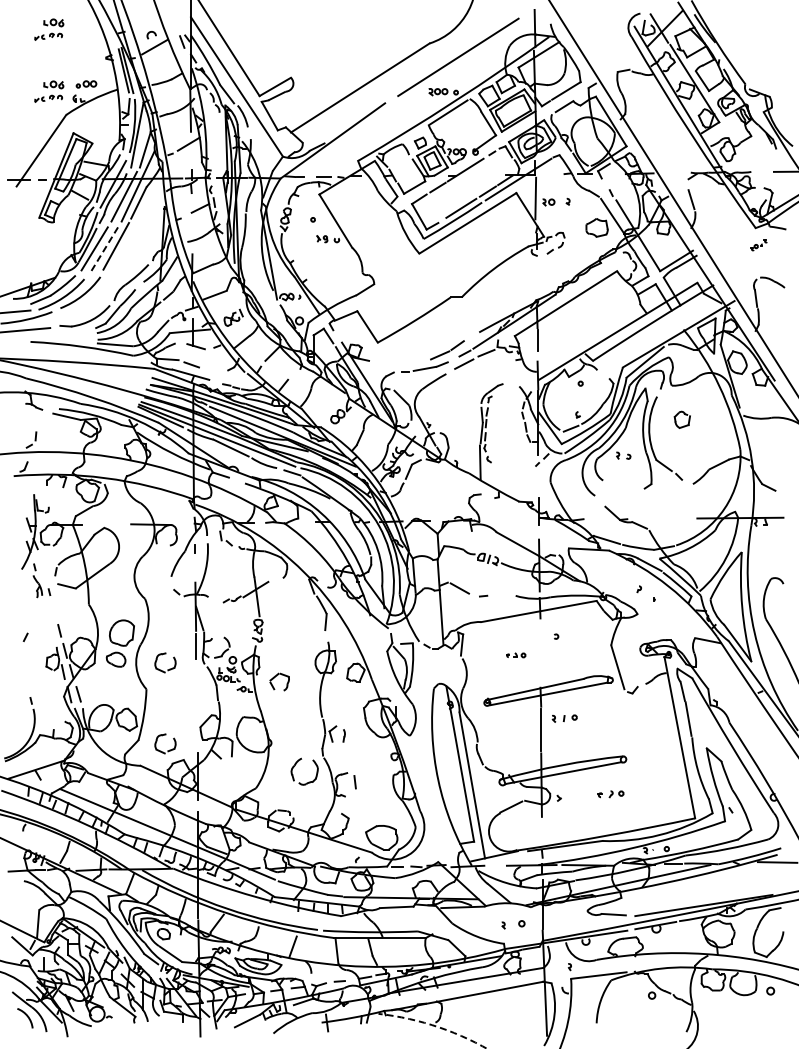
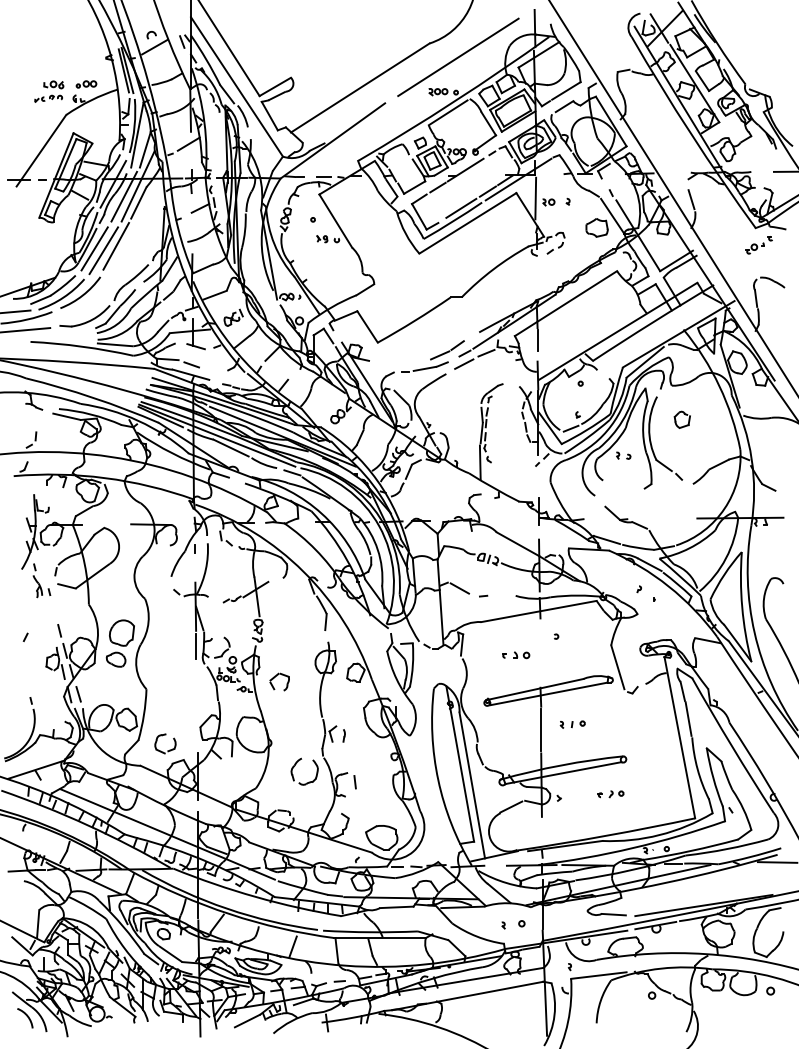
part at (49, 29): present -> none
part at (758, 245) size: 18x13 px -> 28x19 px
line at (103, 251): dashed -> solid
part at (516, 655) size: 21x7 px -> 29x9 px
part at (169, 668): present -> none
part at (564, 718) position: (564, 718) -> (572, 724)
arc at (434, 1026): dashed -> solid
